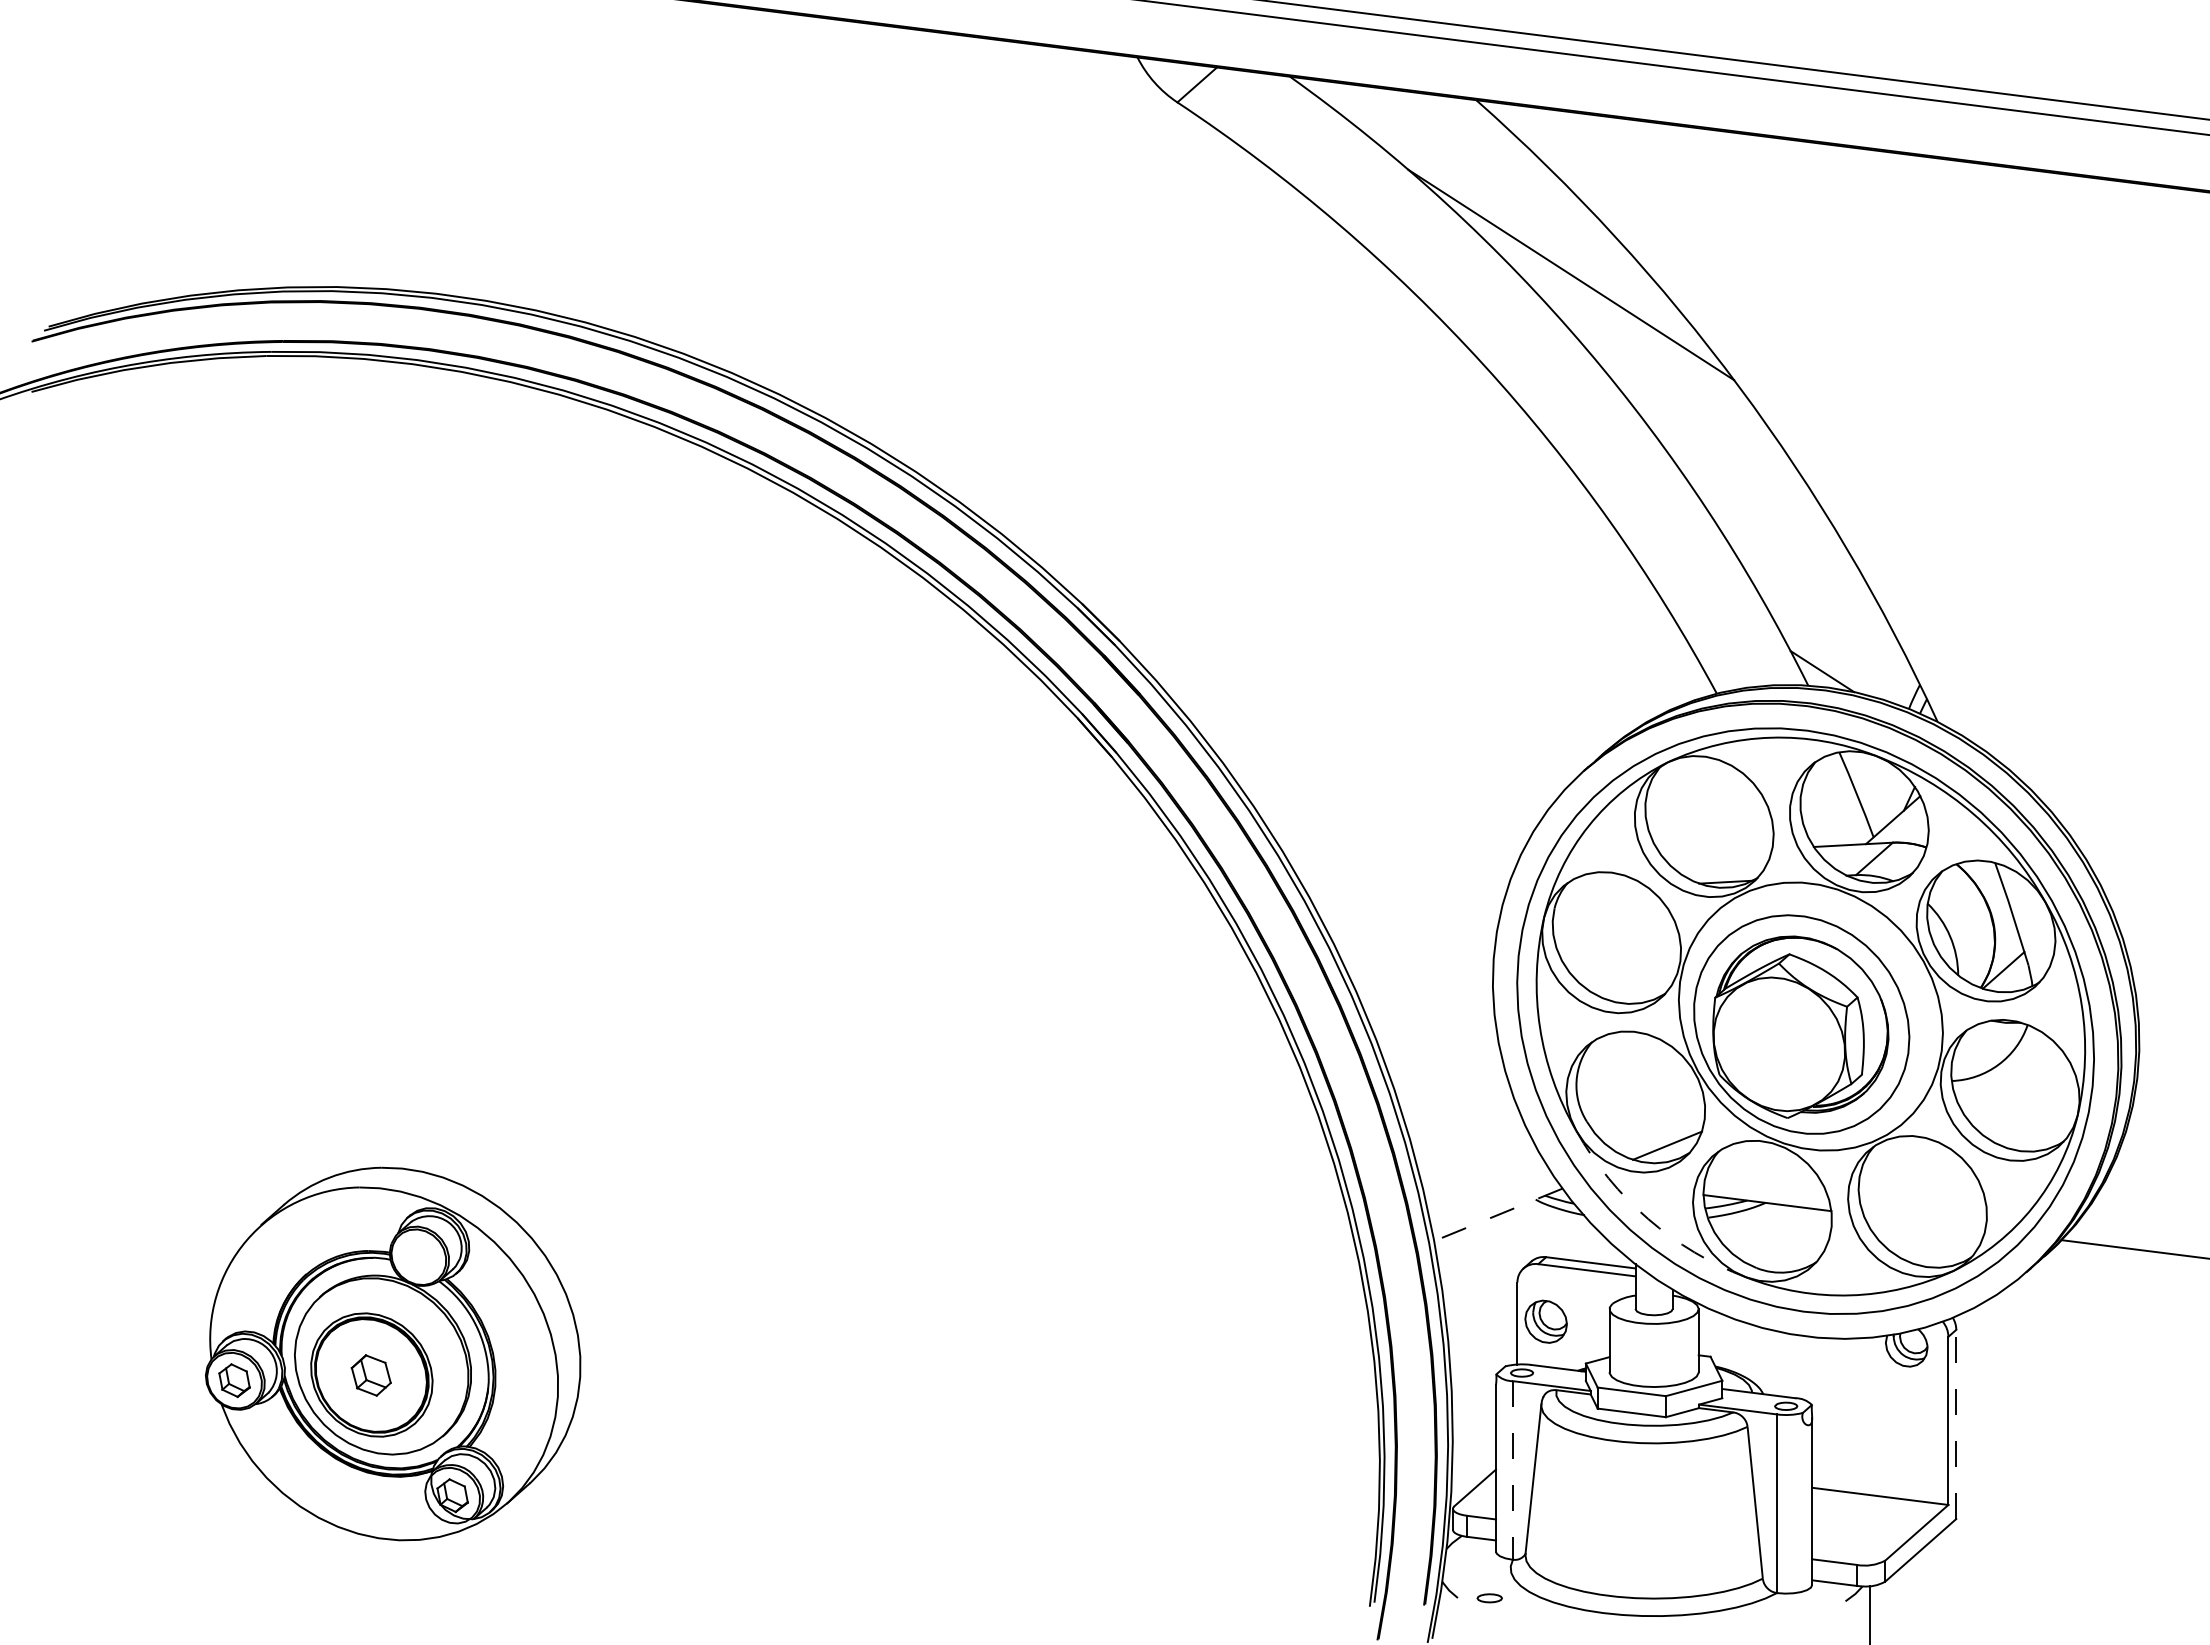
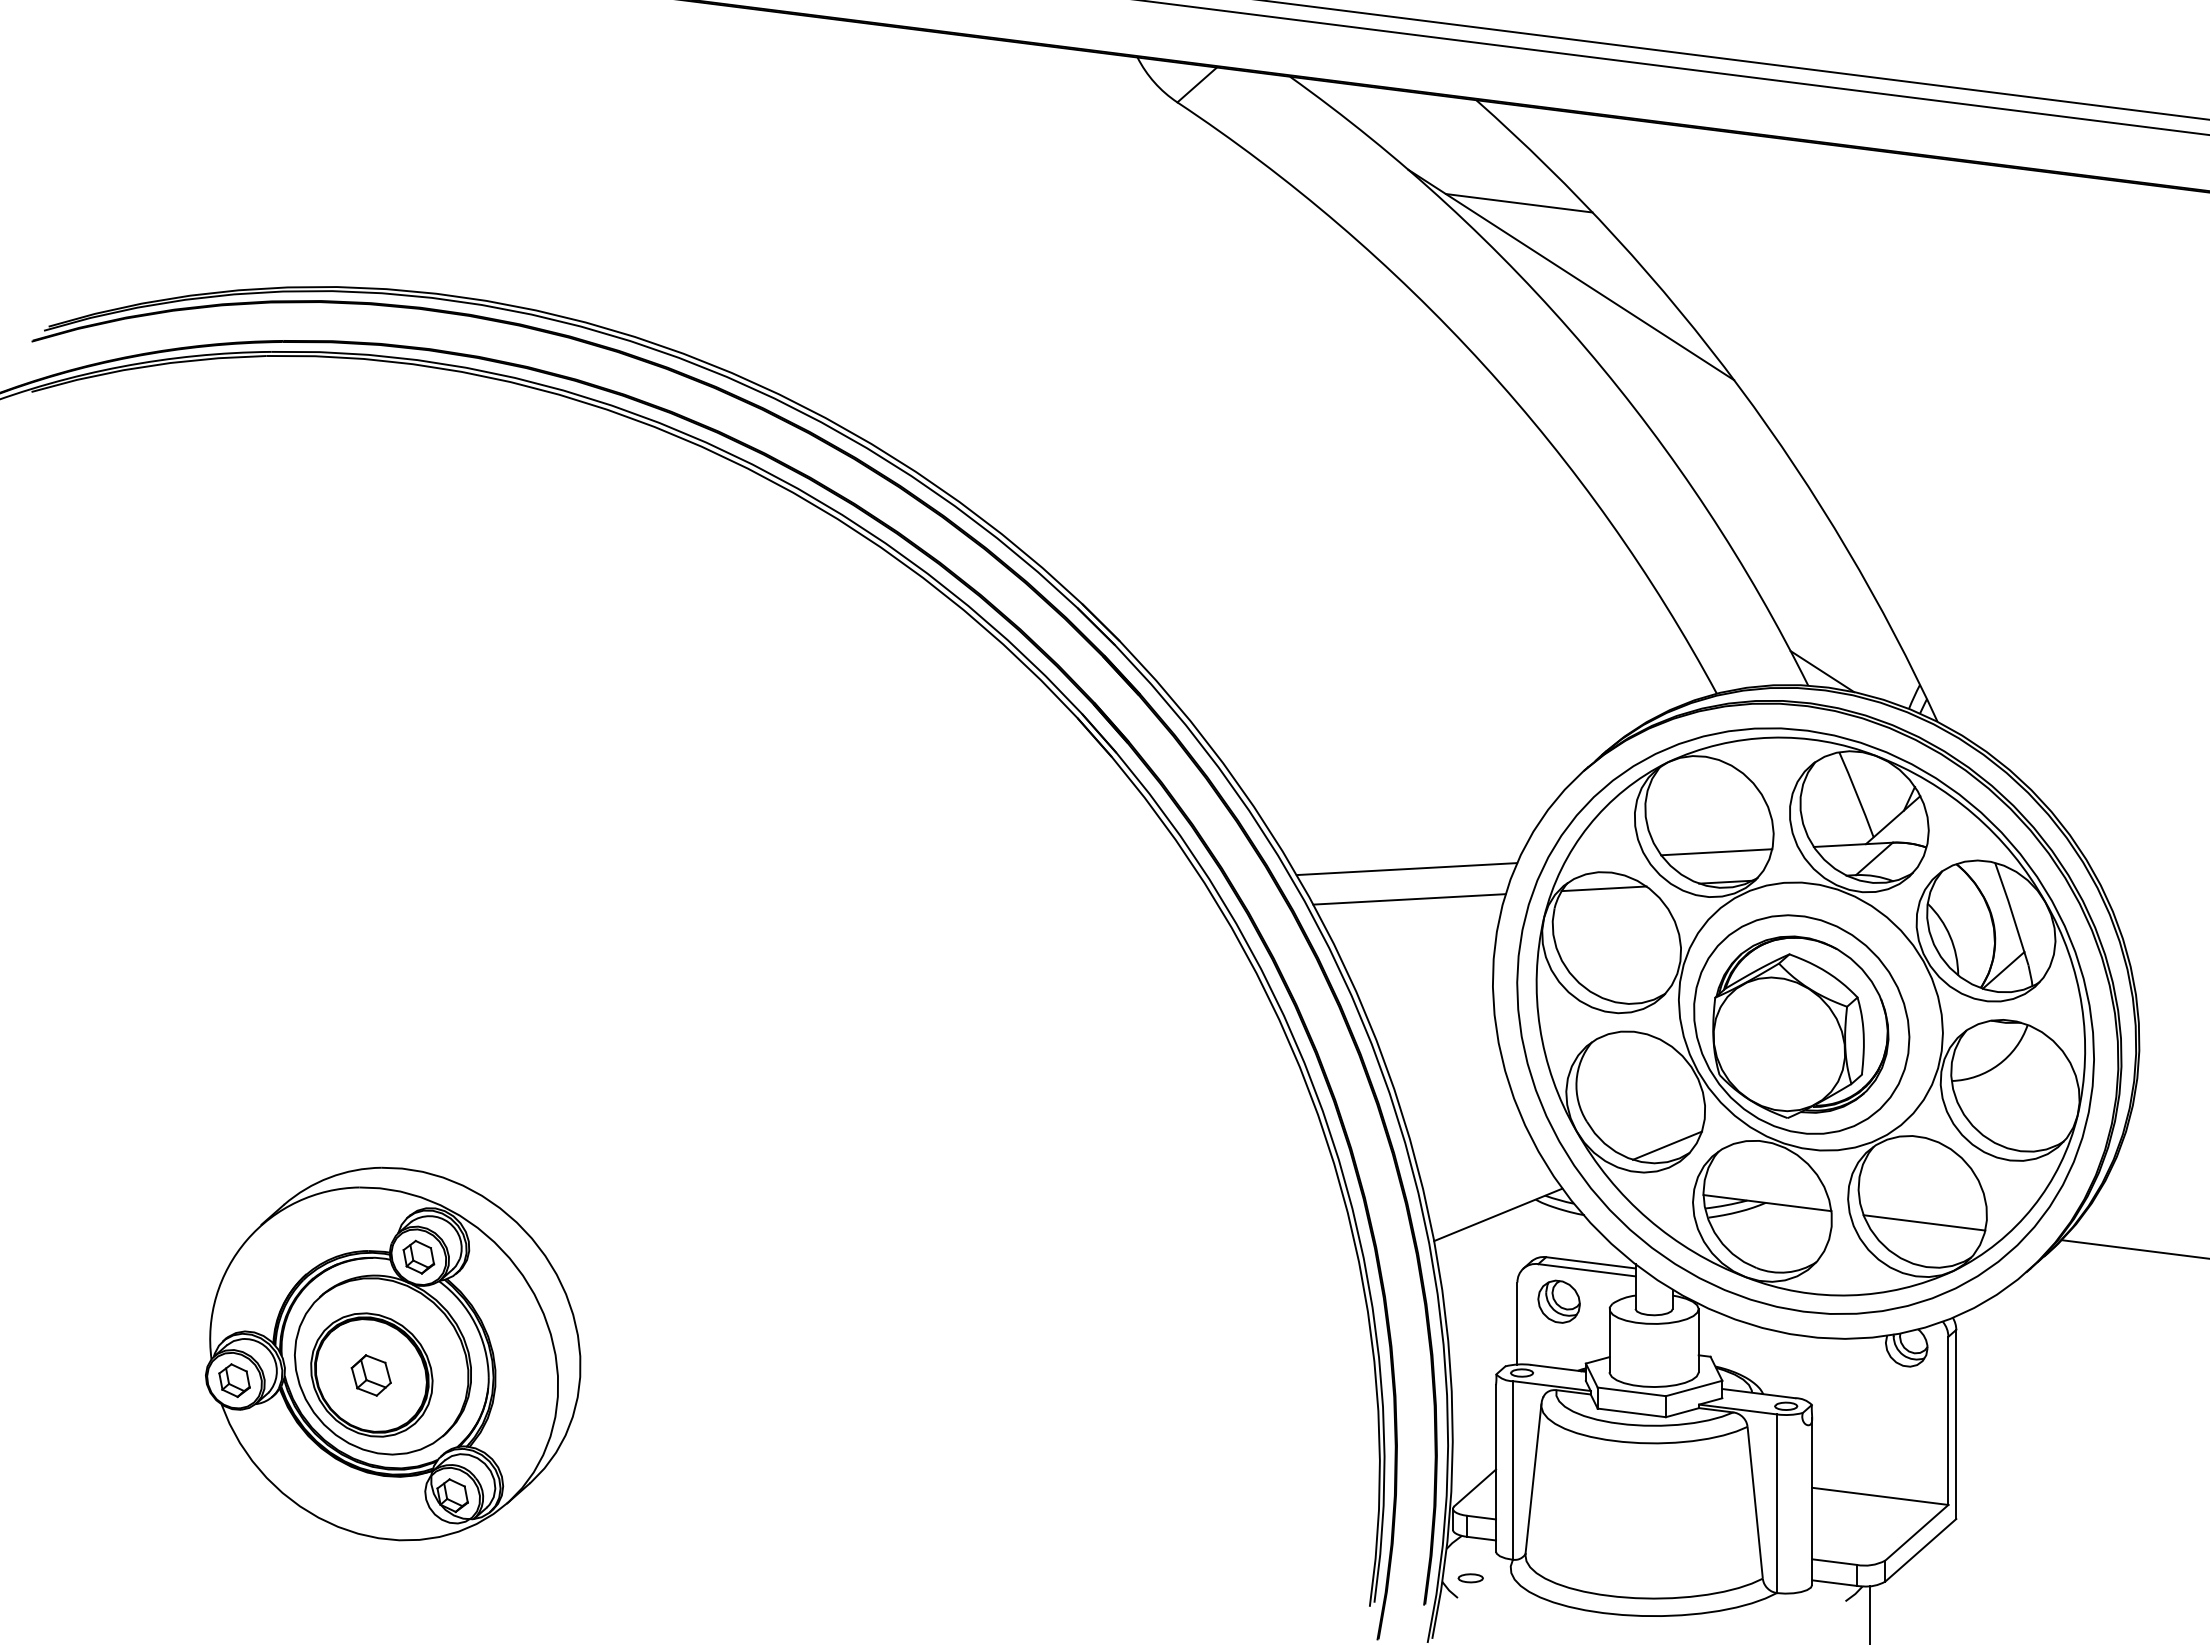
line at (1518, 203): none -> present
line at (1716, 852): none -> present
line at (1406, 869): none -> present
line at (1603, 888): none -> present
line at (1409, 899): none -> present
line at (1497, 1215): dashed -> solid
arc at (1648, 1219): dashed -> solid
line at (1924, 1222): none -> present
part at (418, 1256): none -> present
part at (1545, 1321) position: (1545, 1321) -> (1558, 1301)
line at (1956, 1424): dashed -> solid
line at (1512, 1470): dashed -> solid
part at (1489, 1598) position: (1489, 1598) -> (1470, 1578)
